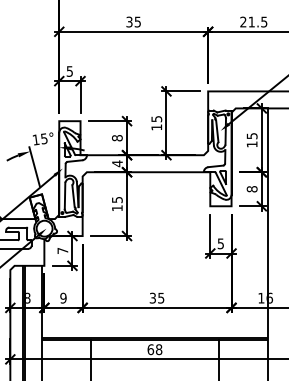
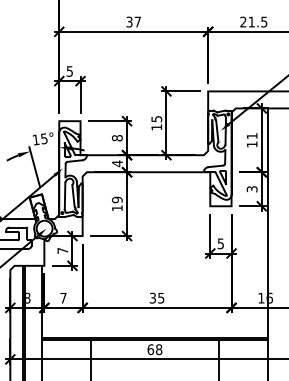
text at (137, 21): 35 -> 37
text at (251, 136): 15 -> 11
text at (251, 189): 8 -> 3
text at (117, 199): 15 -> 19
text at (63, 297): 9 -> 7
